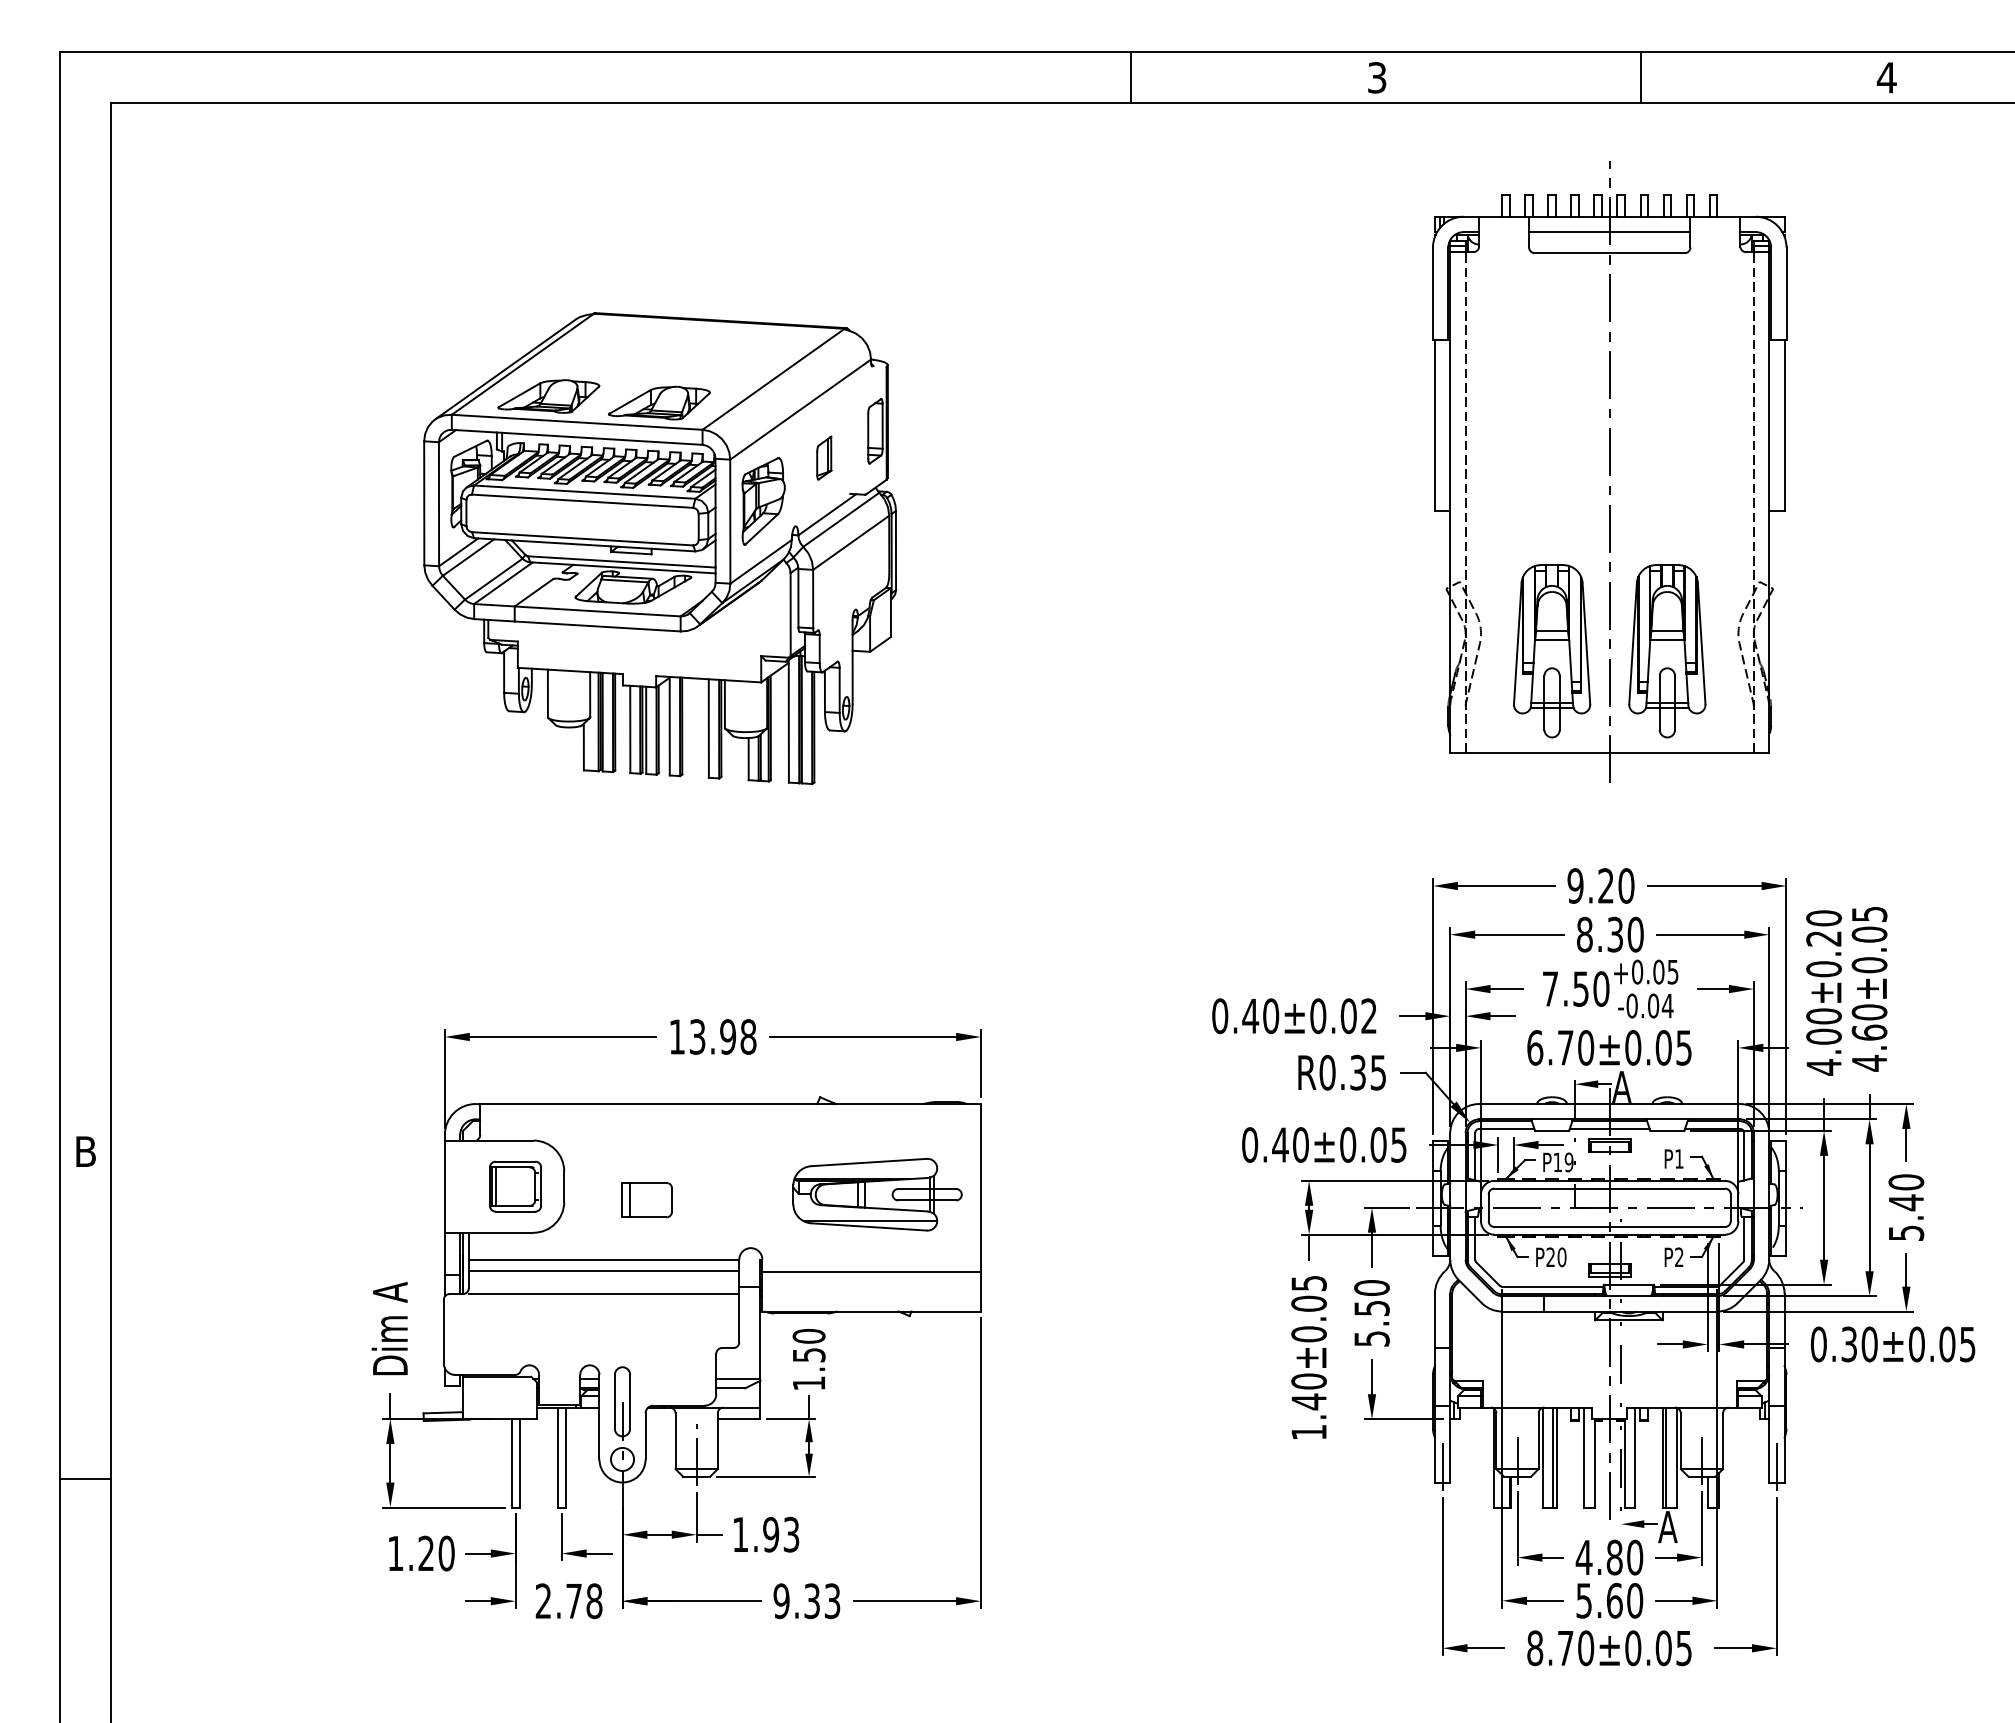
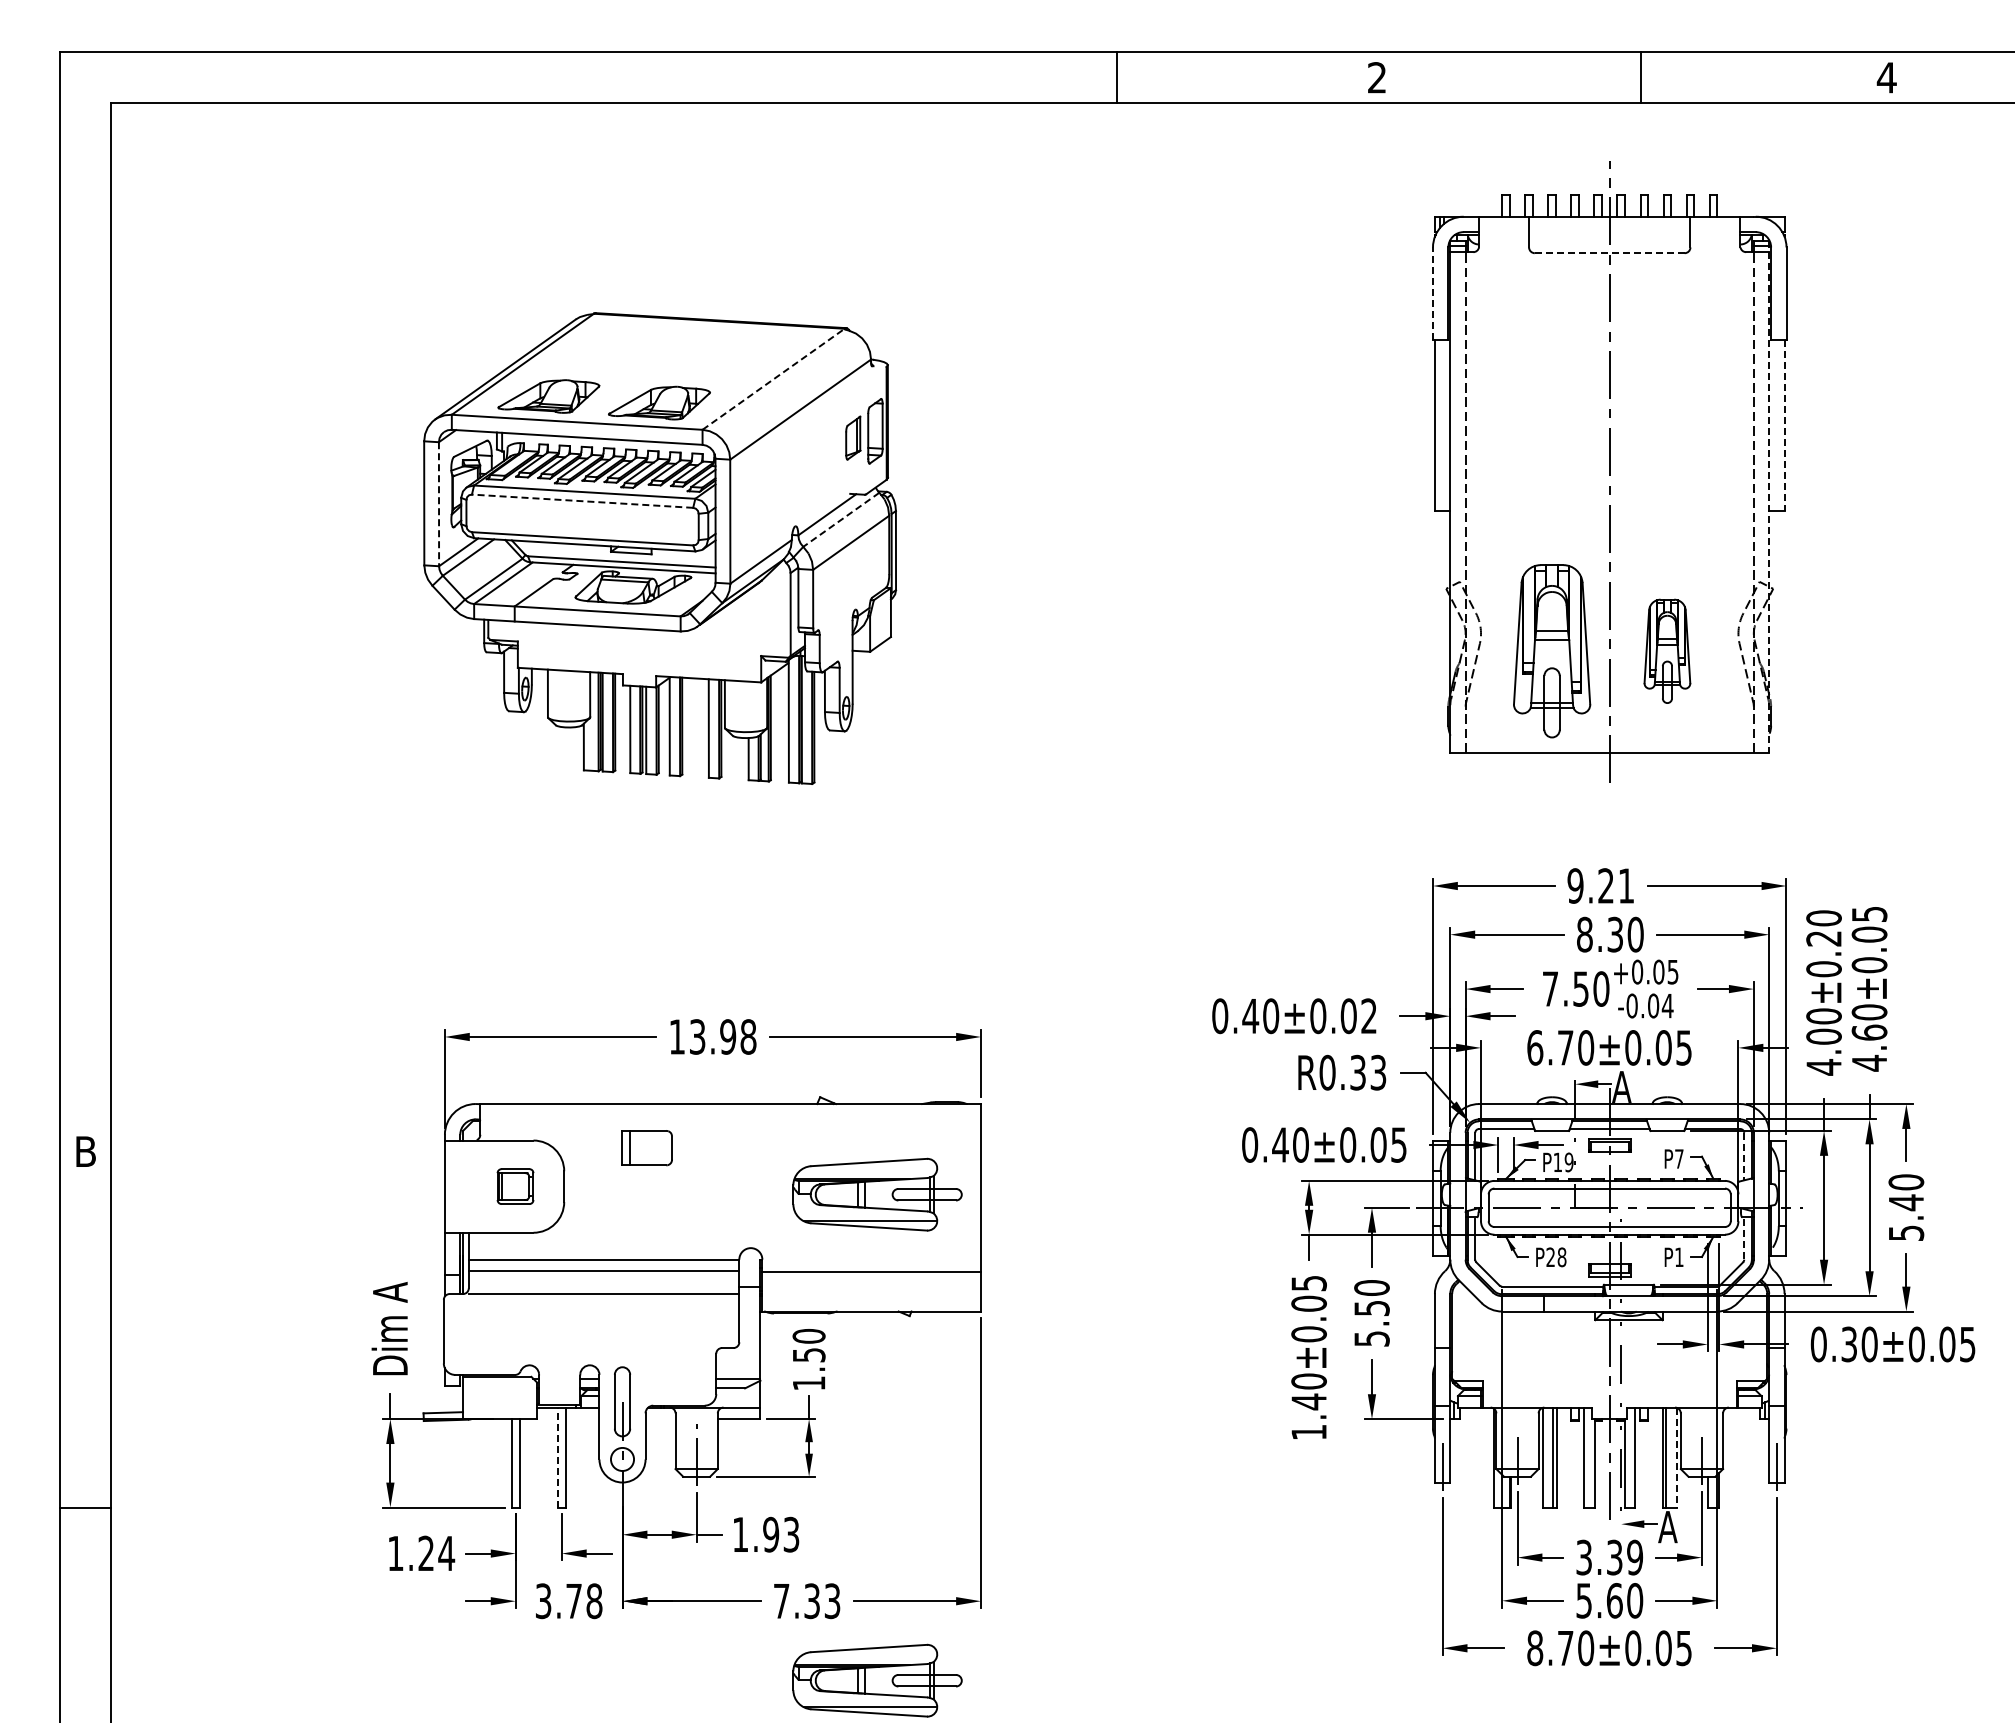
line at (1130, 76) position: (1130, 76) -> (1116, 76)
text at (1377, 77): 3 -> 2
line at (1609, 232): present -> none
line at (1609, 253): solid -> dashed
line at (1433, 293): solid -> dashed
line at (774, 379): solid -> dashed
line at (1784, 425): solid -> dashed
part at (824, 457) position: (824, 457) -> (853, 437)
line at (1769, 497): solid -> dashed
line at (582, 501): solid -> dashed
part at (763, 501): present -> none
line at (439, 504): solid -> dashed
line at (841, 519): solid -> dashed
part at (1667, 651) size: 79x175 px -> 49x106 px
text at (1626, 885): 9.20 -> 9.21
text at (1378, 1071): R0.35 -> R0.33
line at (1744, 1157): solid -> dashed
text at (1679, 1158): P1 -> P7
part at (515, 1186) size: 53x53 px -> 39x37 px
part at (646, 1200) position: (646, 1200) -> (646, 1148)
line at (1744, 1239): solid -> dashed
text at (1561, 1256): P20 -> P28
text at (1679, 1256): P2 -> P1
line at (557, 1457): solid -> dashed
line at (1676, 1457): solid -> dashed
line at (85, 1479) position: (85, 1479) -> (85, 1508)
text at (446, 1553): 1.20 -> 1.24
text at (1609, 1557): 4.80 -> 3.39
text at (543, 1601): 2.78 -> 3.78
text at (781, 1601): 9.33 -> 7.33
part at (877, 1680): none -> present
